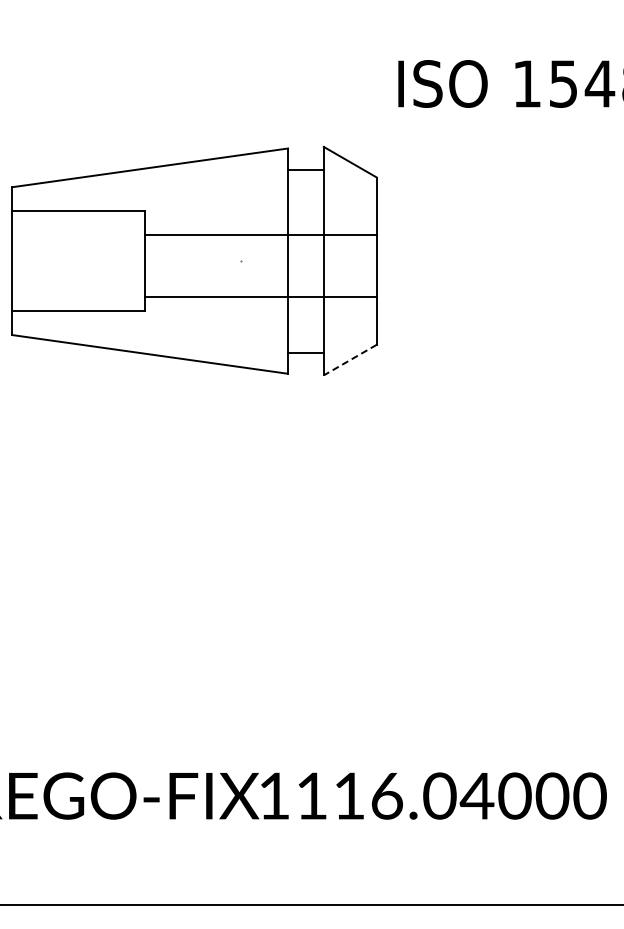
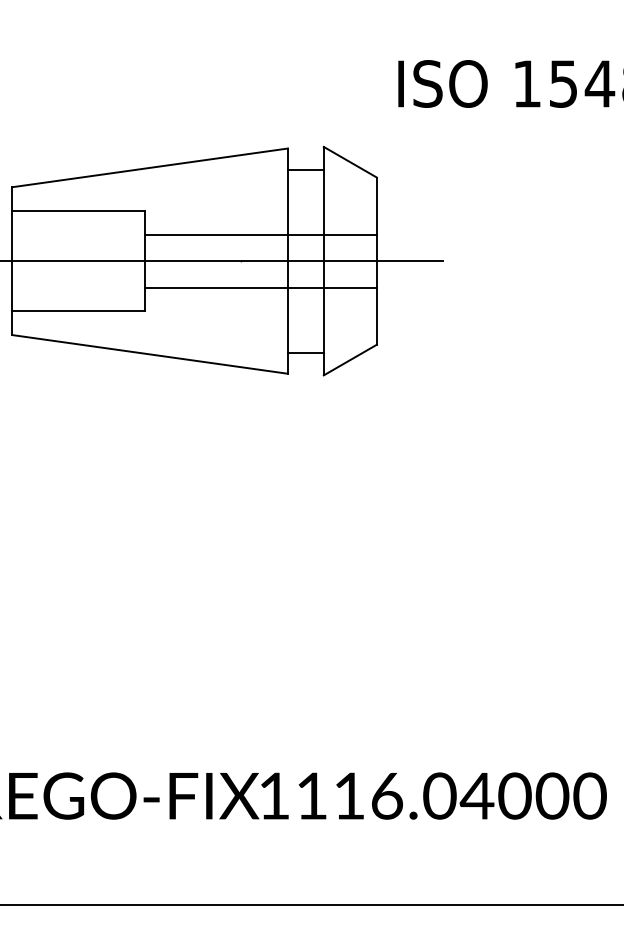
line at (222, 261): none -> present
line at (260, 296) position: (260, 296) -> (260, 287)
line at (350, 360): dashed -> solid
